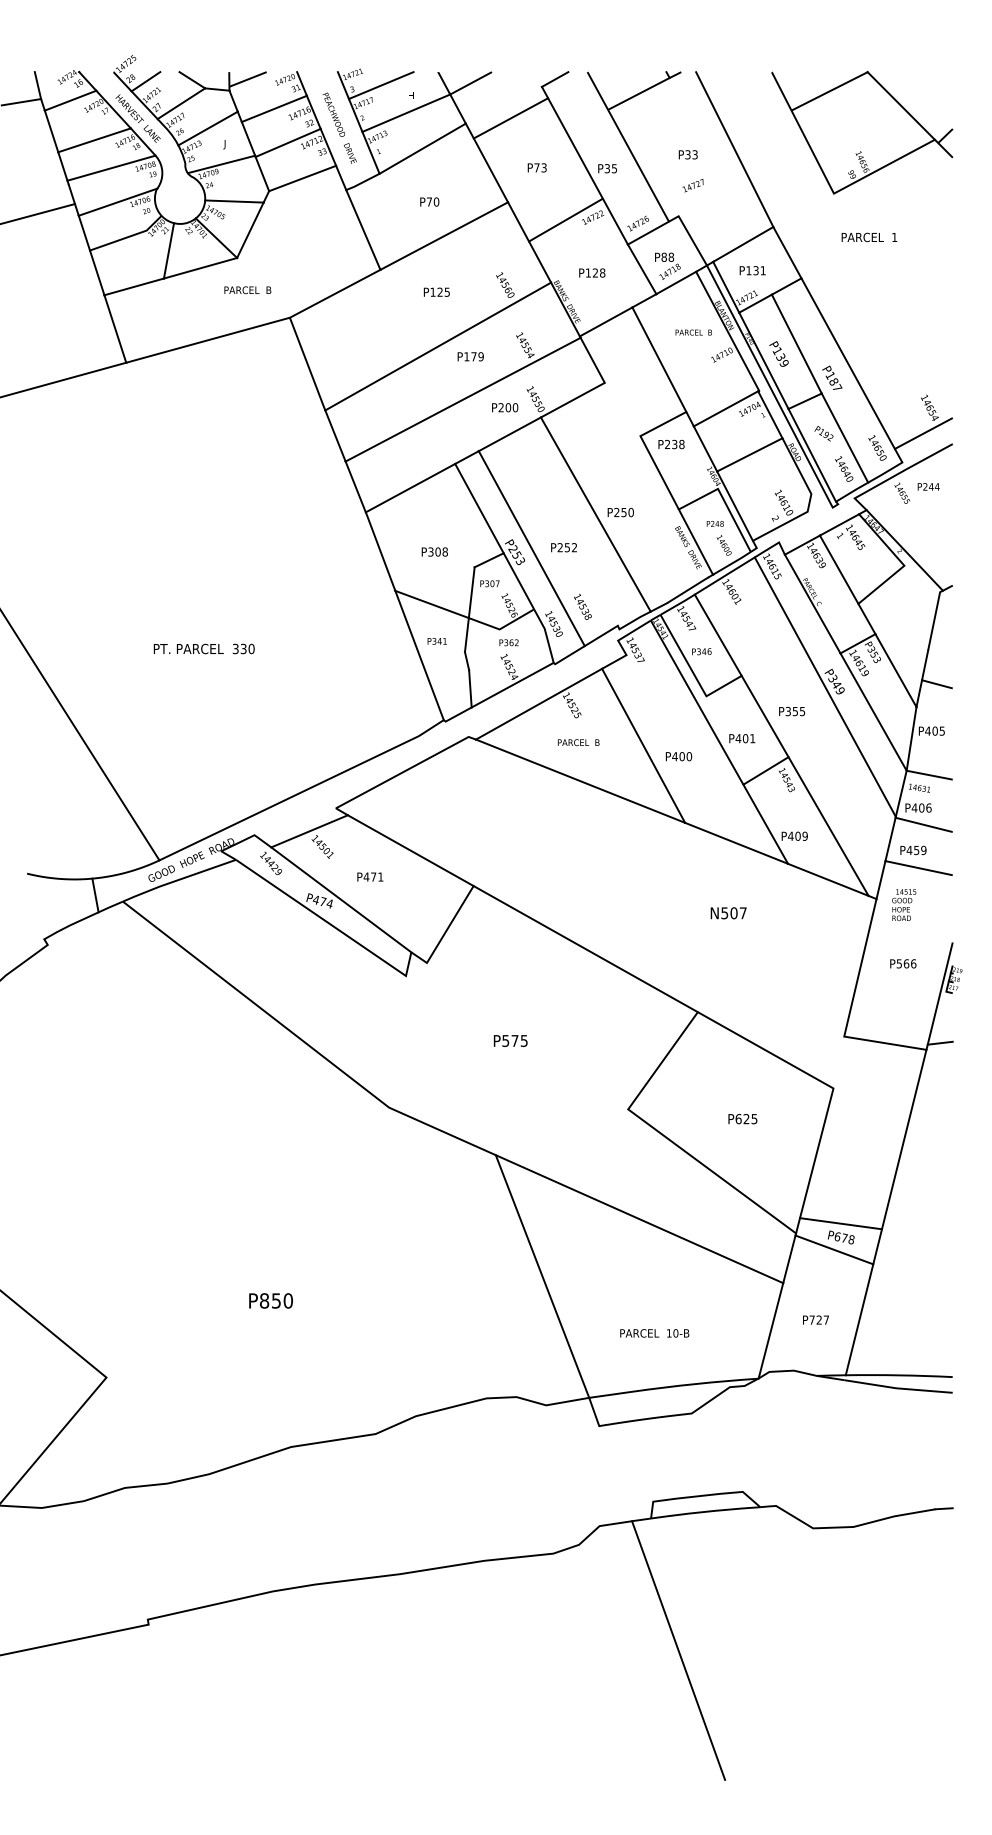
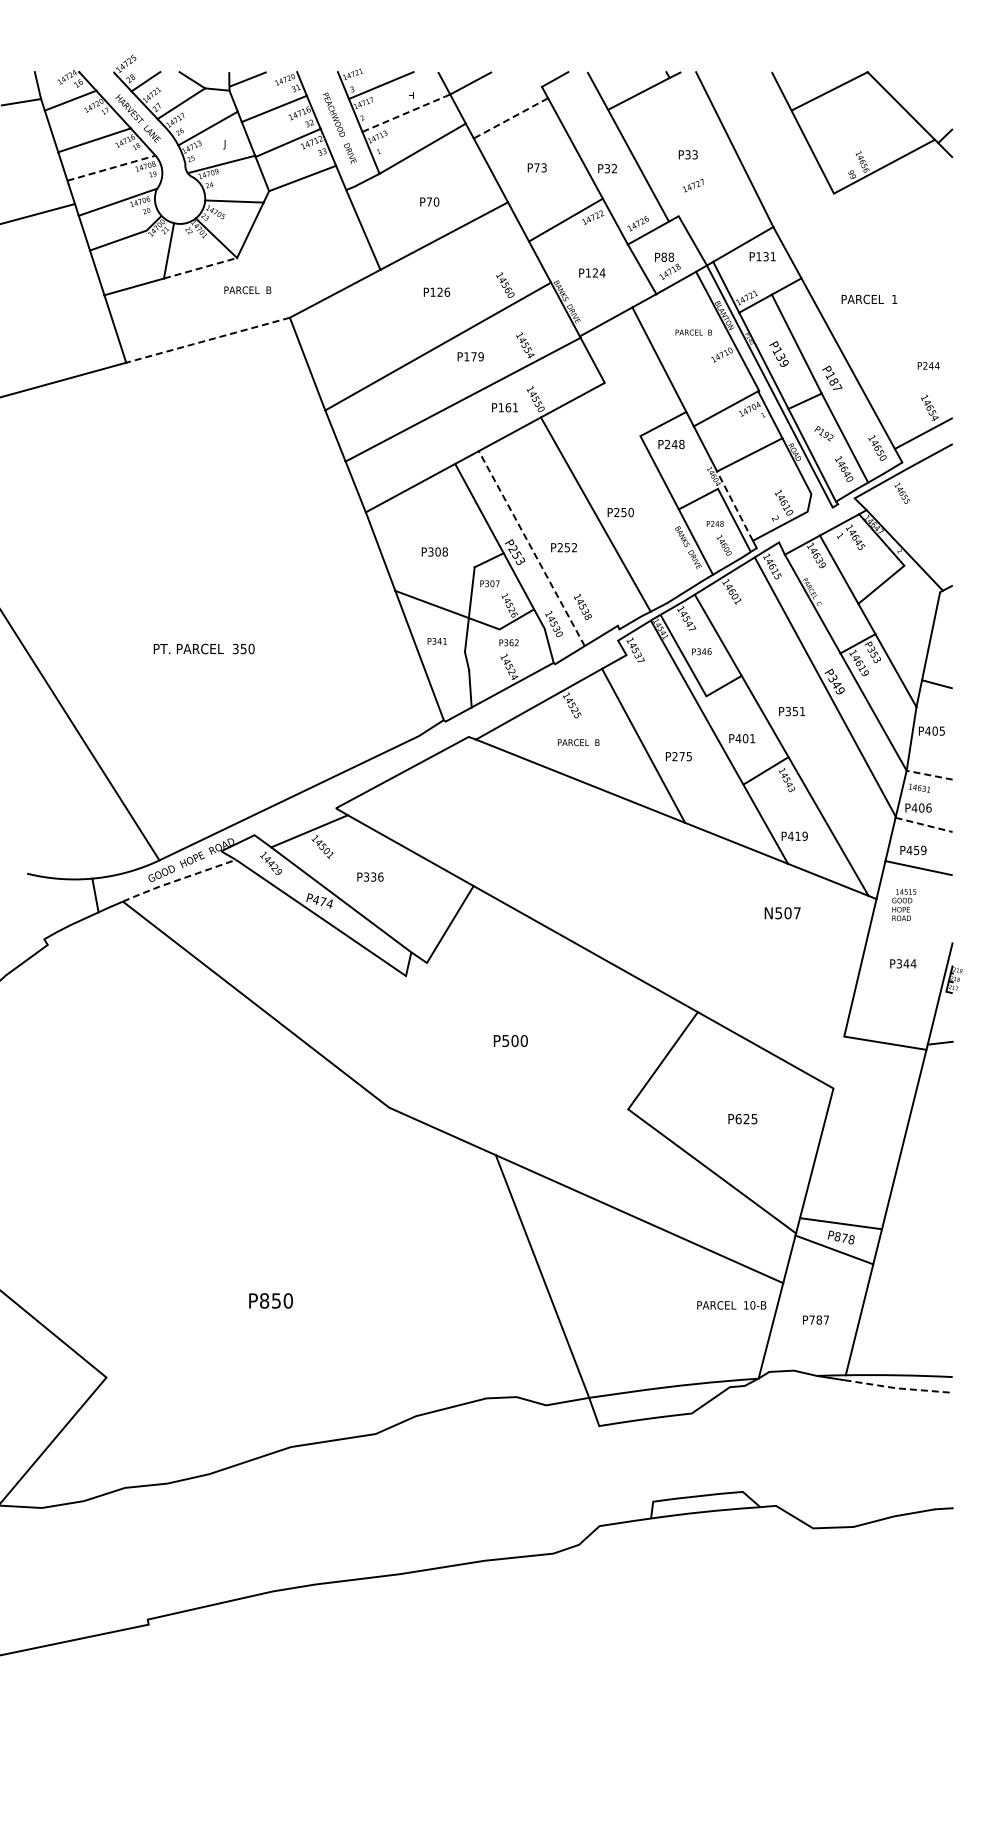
line at (407, 112): solid -> dashed
line at (509, 119): solid -> dashed
line at (111, 168): solid -> dashed
text at (614, 168): P35 -> P32
text at (869, 237) position: (869, 237) -> (869, 299)
line at (201, 268): solid -> dashed
text at (752, 270) position: (752, 270) -> (762, 256)
text at (602, 272): P128 -> P124
text at (447, 291): P125 -> P126
line at (207, 340): solid -> dashed
text at (508, 407): P200 -> P161
text at (674, 444): P238 -> P248
text at (928, 486) position: (928, 486) -> (928, 365)
line at (734, 505): solid -> dashed
line at (531, 548): solid -> dashed
text at (243, 648): 330 -> 350
text at (802, 711): P355 -> P351
text at (682, 756): P400 -> P275
line at (930, 775): solid -> dashed
line at (925, 825): solid -> dashed
text at (797, 835): P409 -> P419
text at (373, 876): P471 -> P336
line at (177, 880): solid -> dashed
text at (728, 913) position: (728, 913) -> (782, 913)
text at (906, 963): P566 -> P344
text at (519, 1040): P575 -> P500
text at (837, 1236): P678 -> P878
text at (818, 1319): P727 -> P787
text at (654, 1333) position: (654, 1333) -> (731, 1305)
line at (898, 1388): solid -> dashed
line at (678, 1650): present -> none
